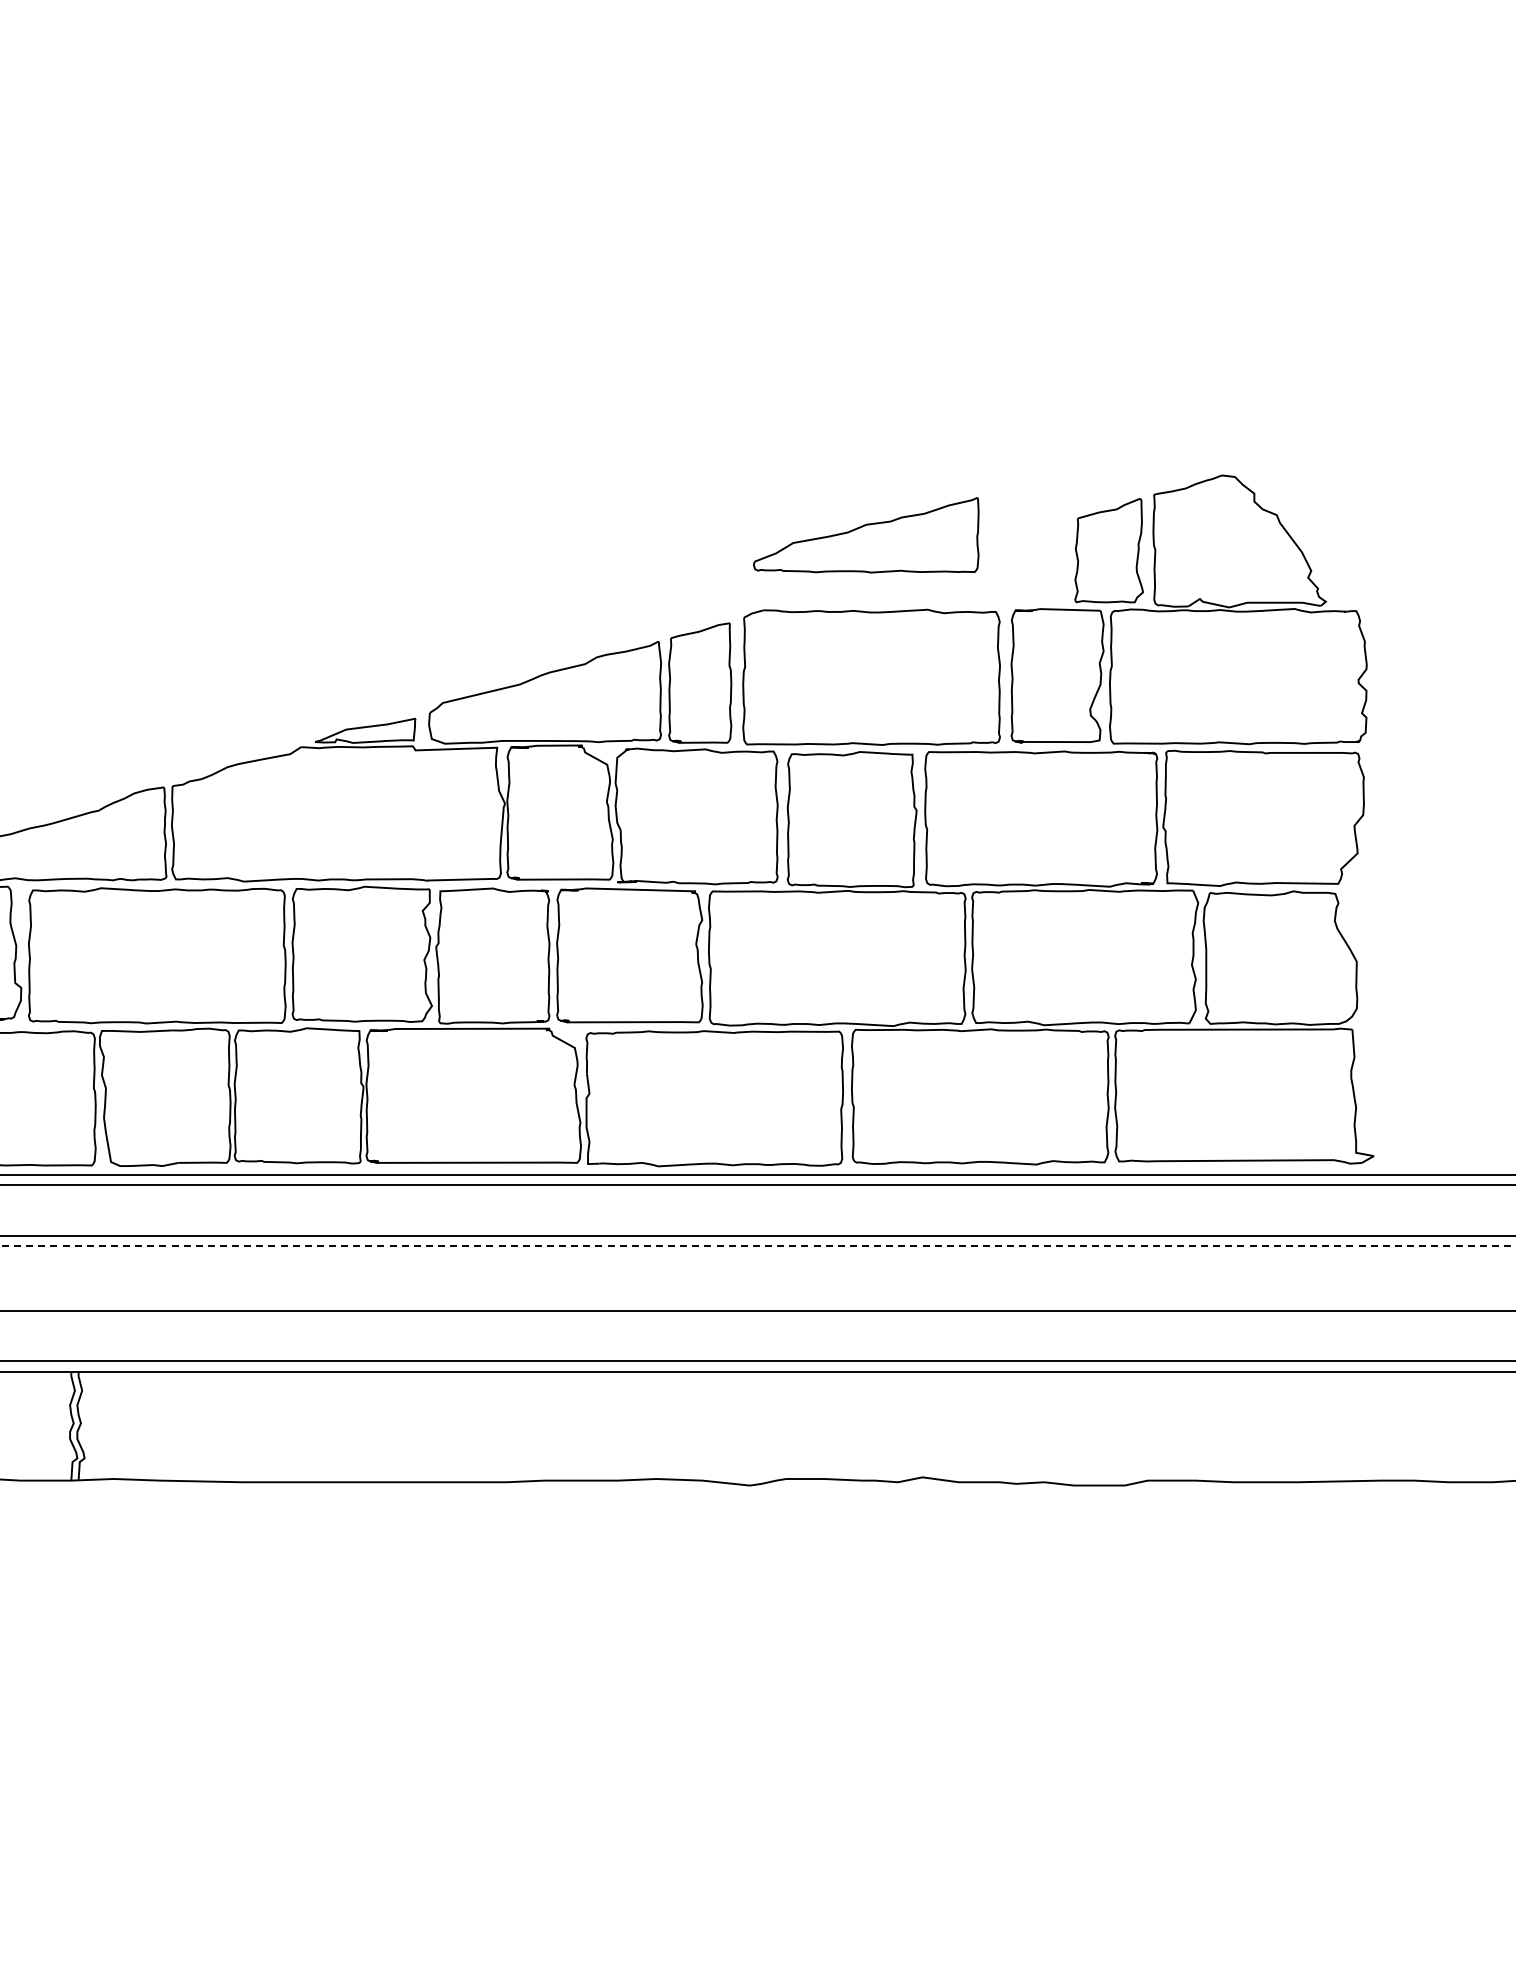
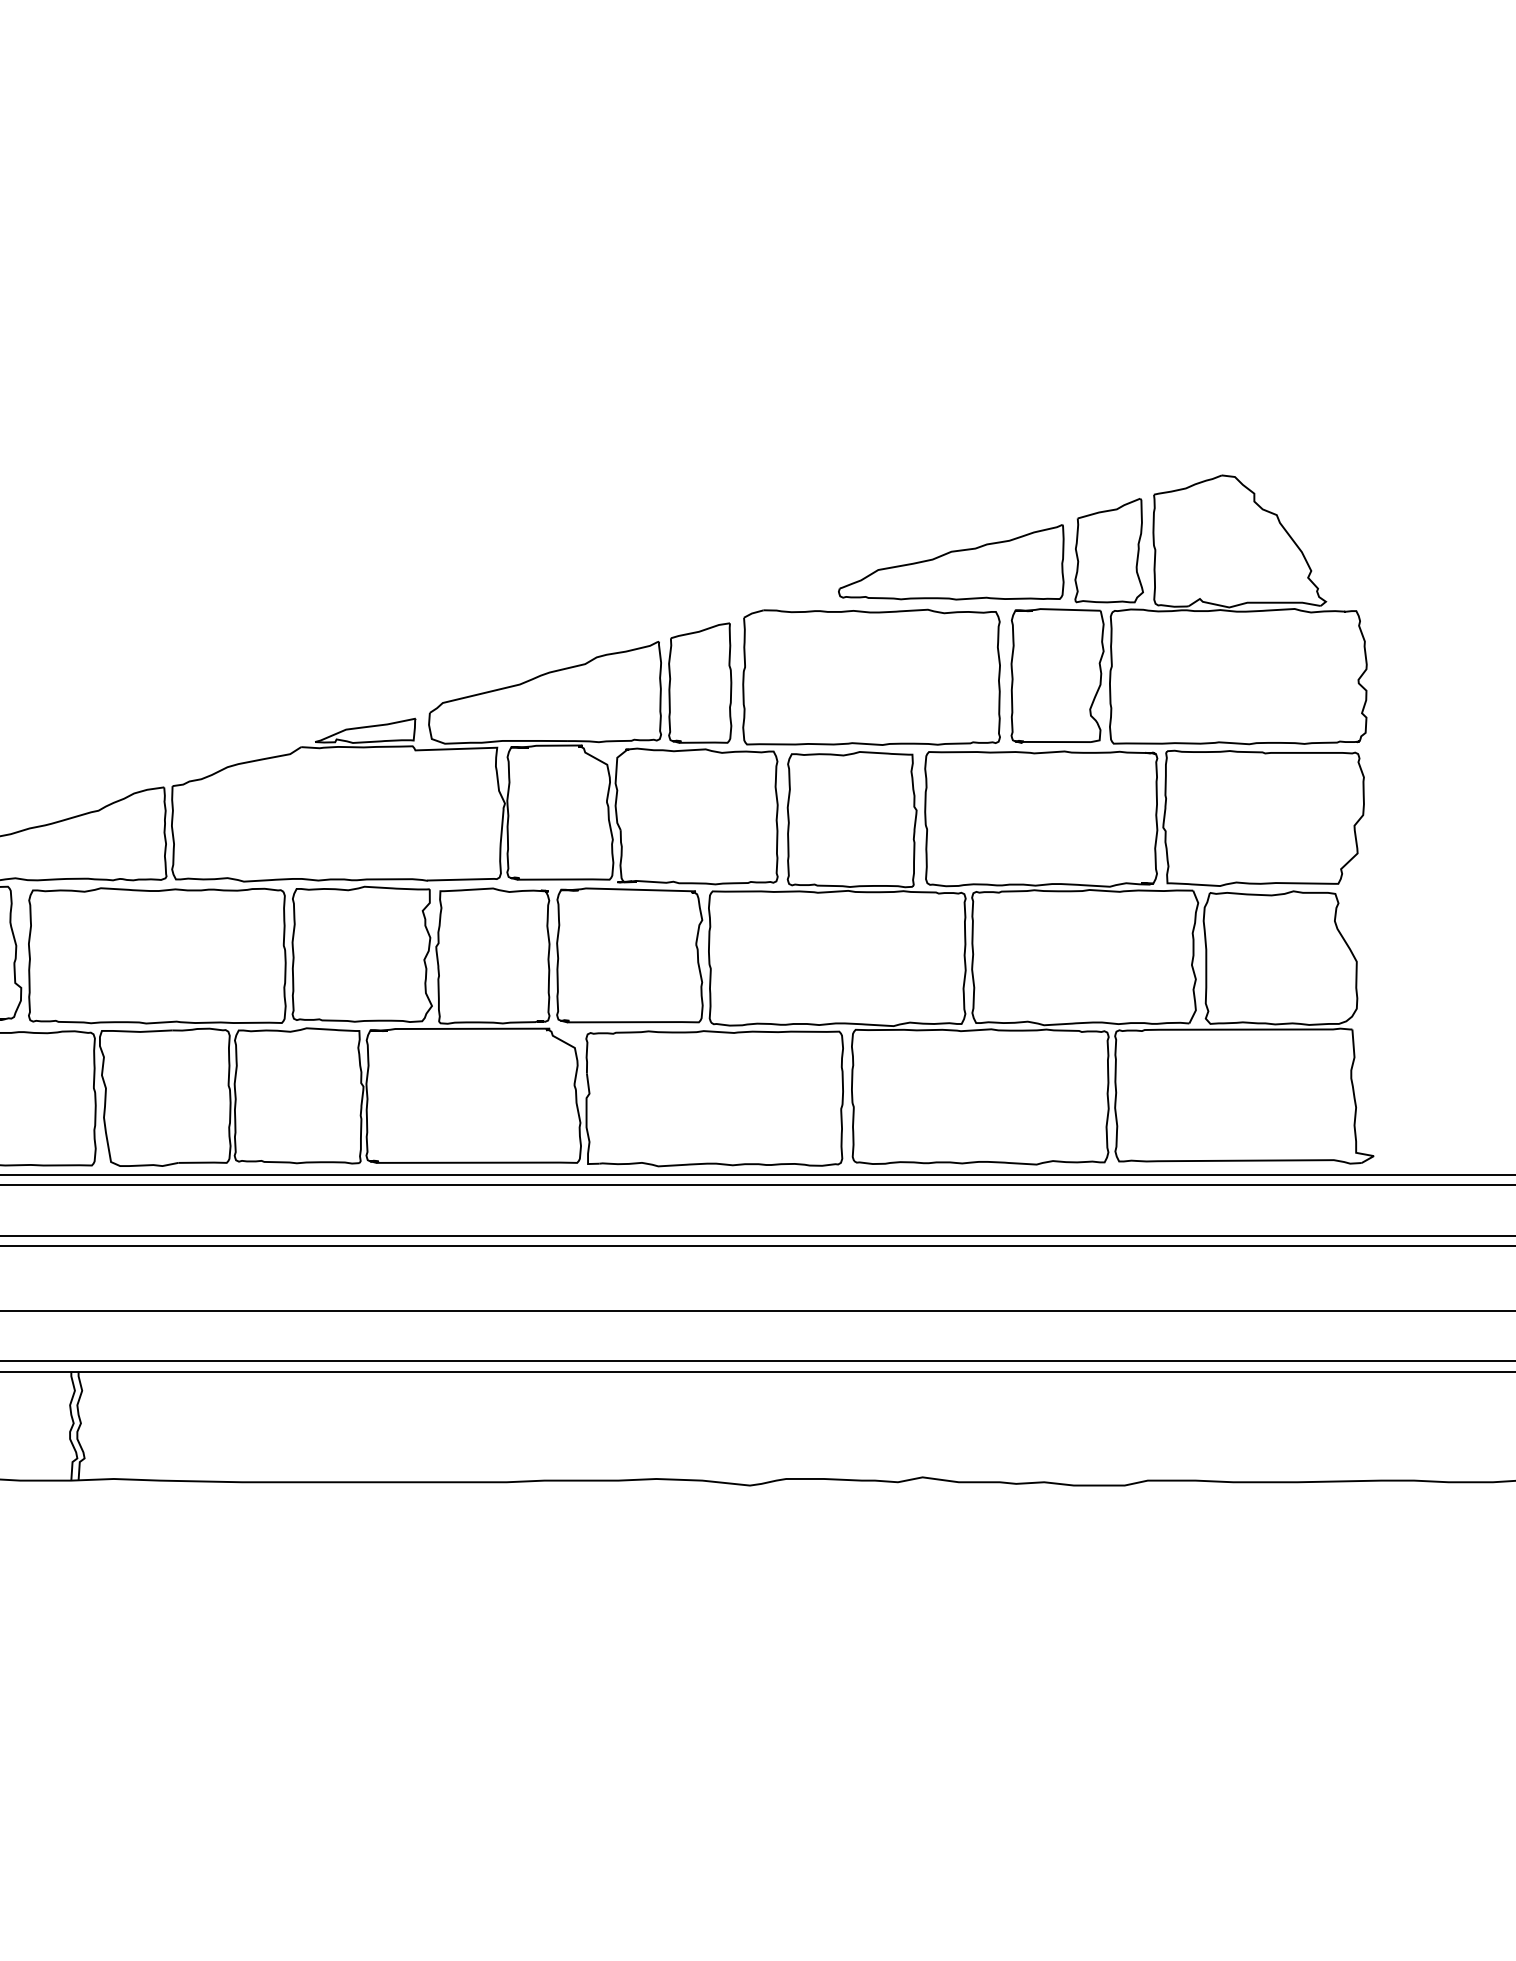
part at (866, 535) position: (866, 535) -> (951, 562)
line at (759, 1246): dashed -> solid
